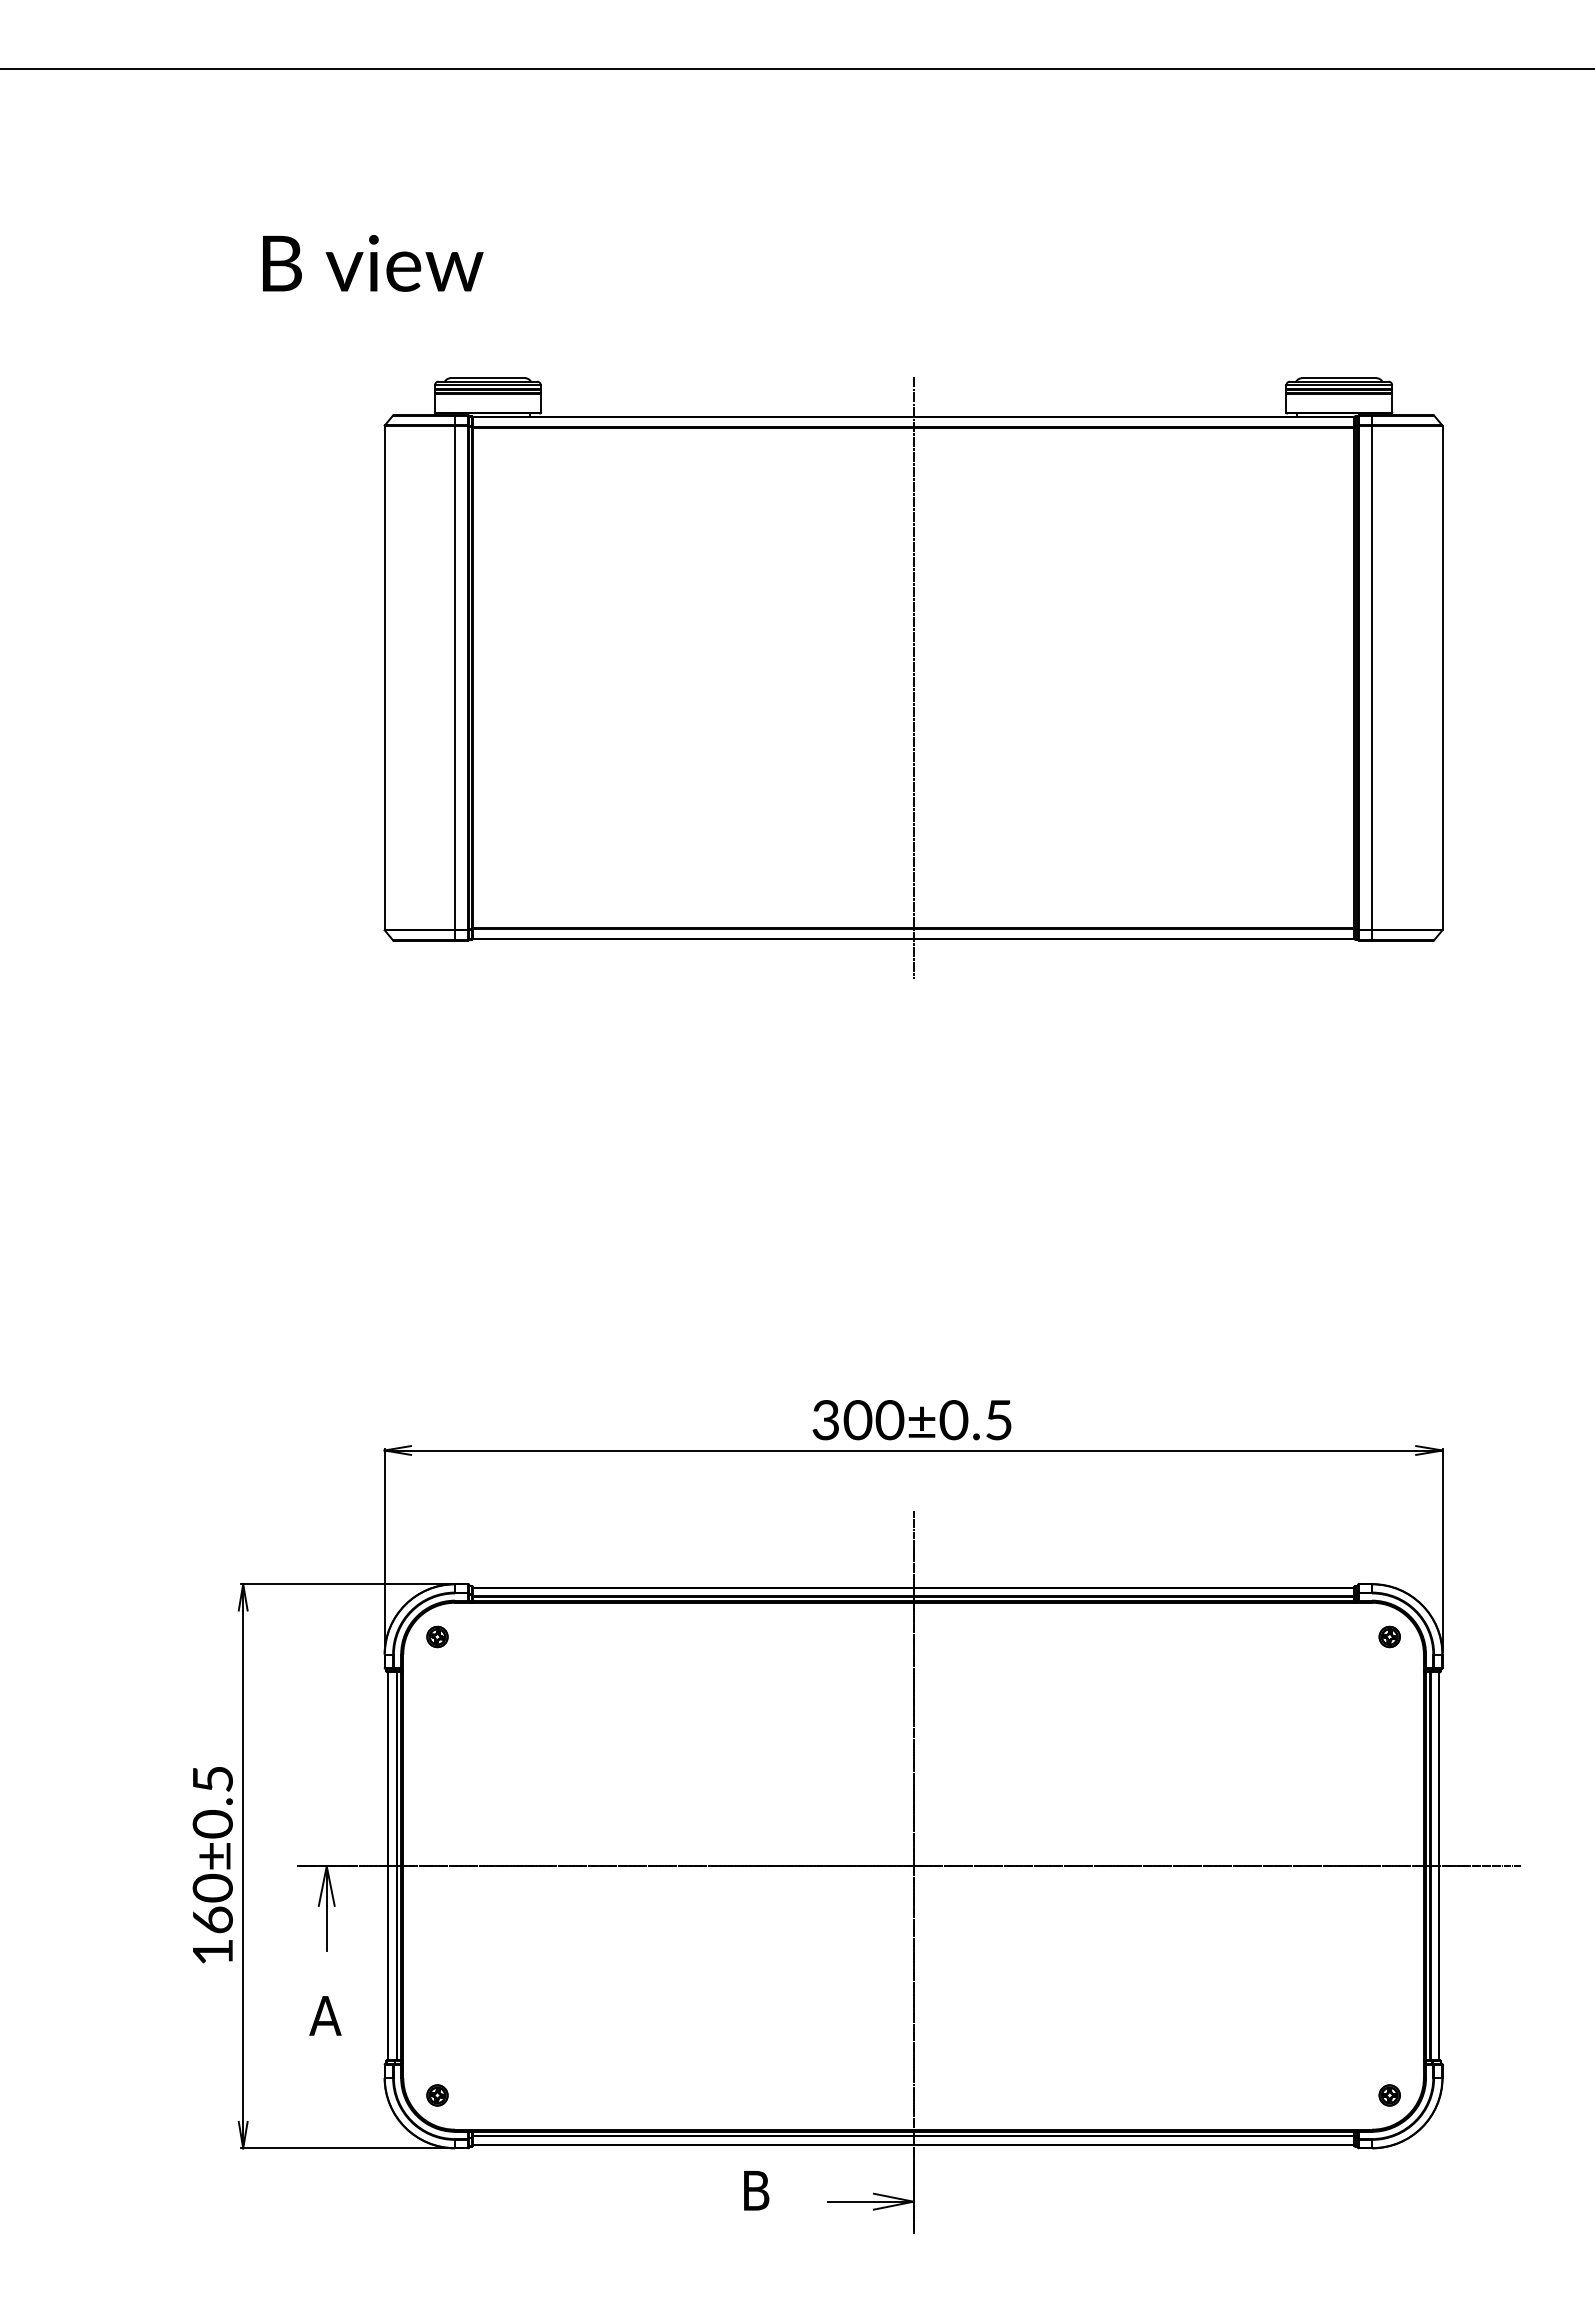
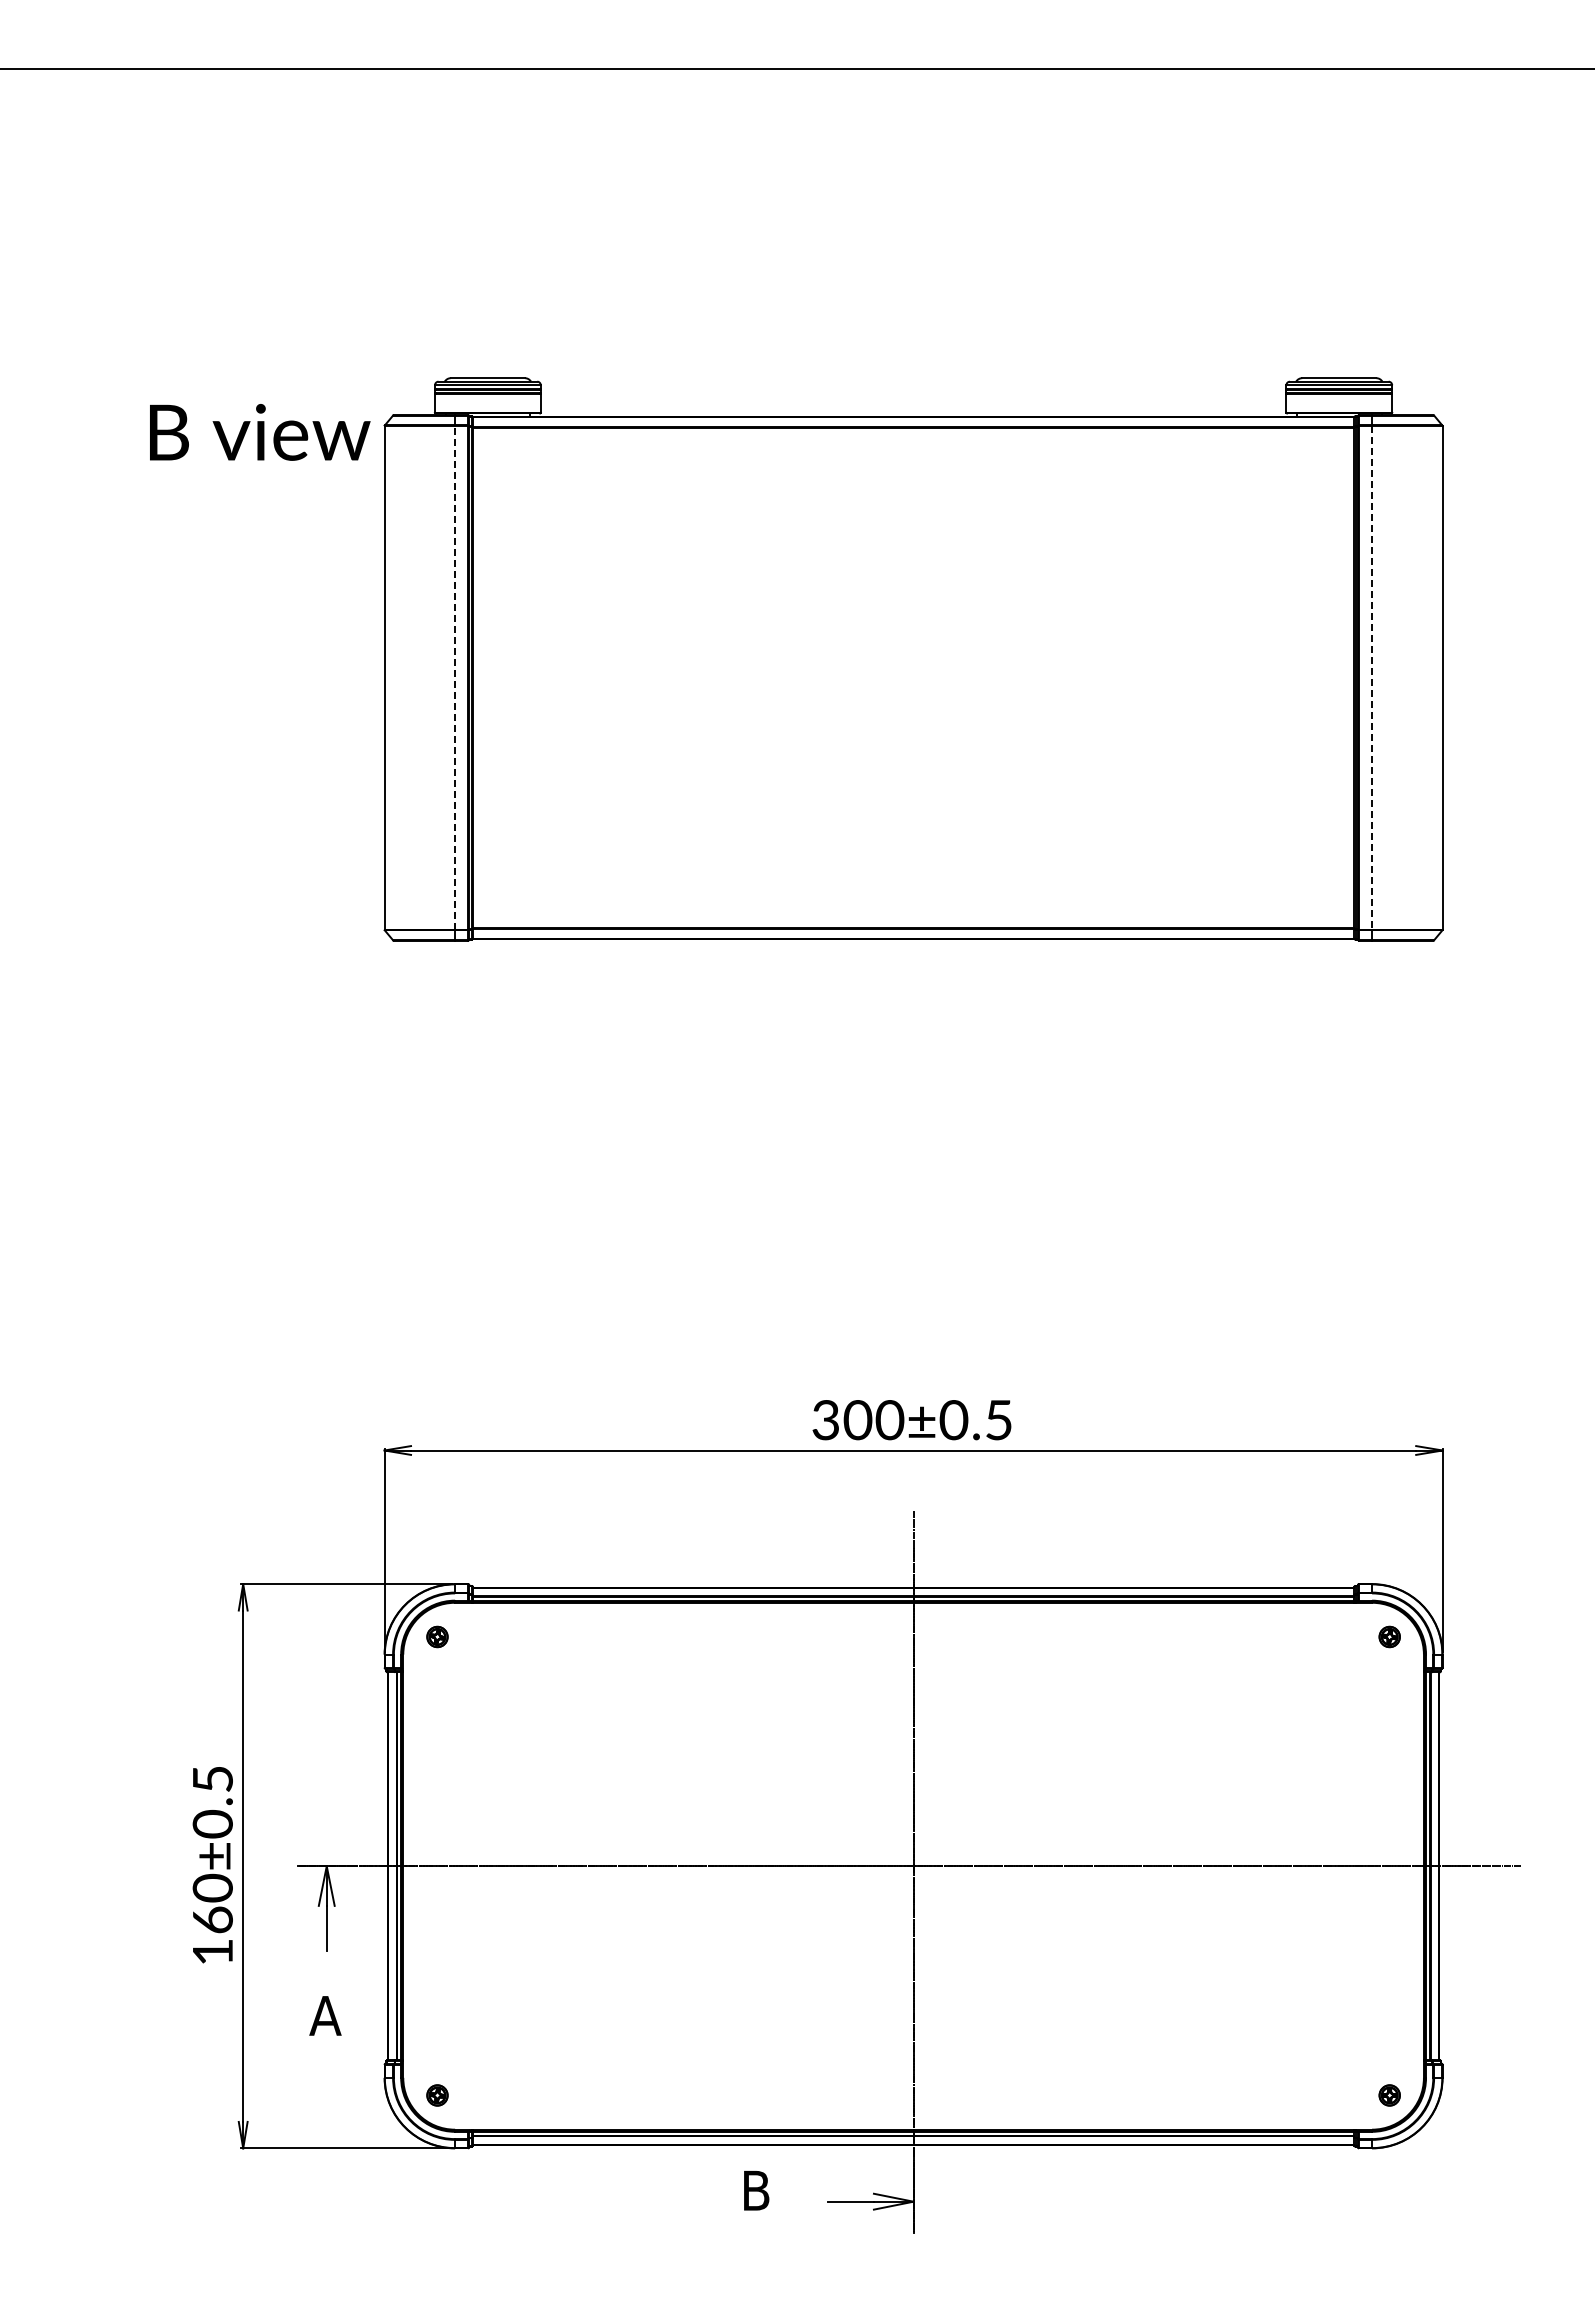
text at (373, 263) position: (373, 263) -> (260, 432)
line at (455, 677): solid -> dashed
line at (913, 677): present -> none
line at (1372, 677): solid -> dashed
